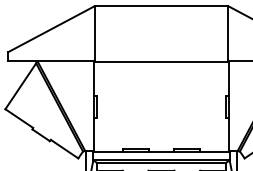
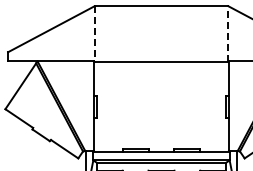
line at (94, 34): solid -> dashed
line at (228, 34): solid -> dashed
